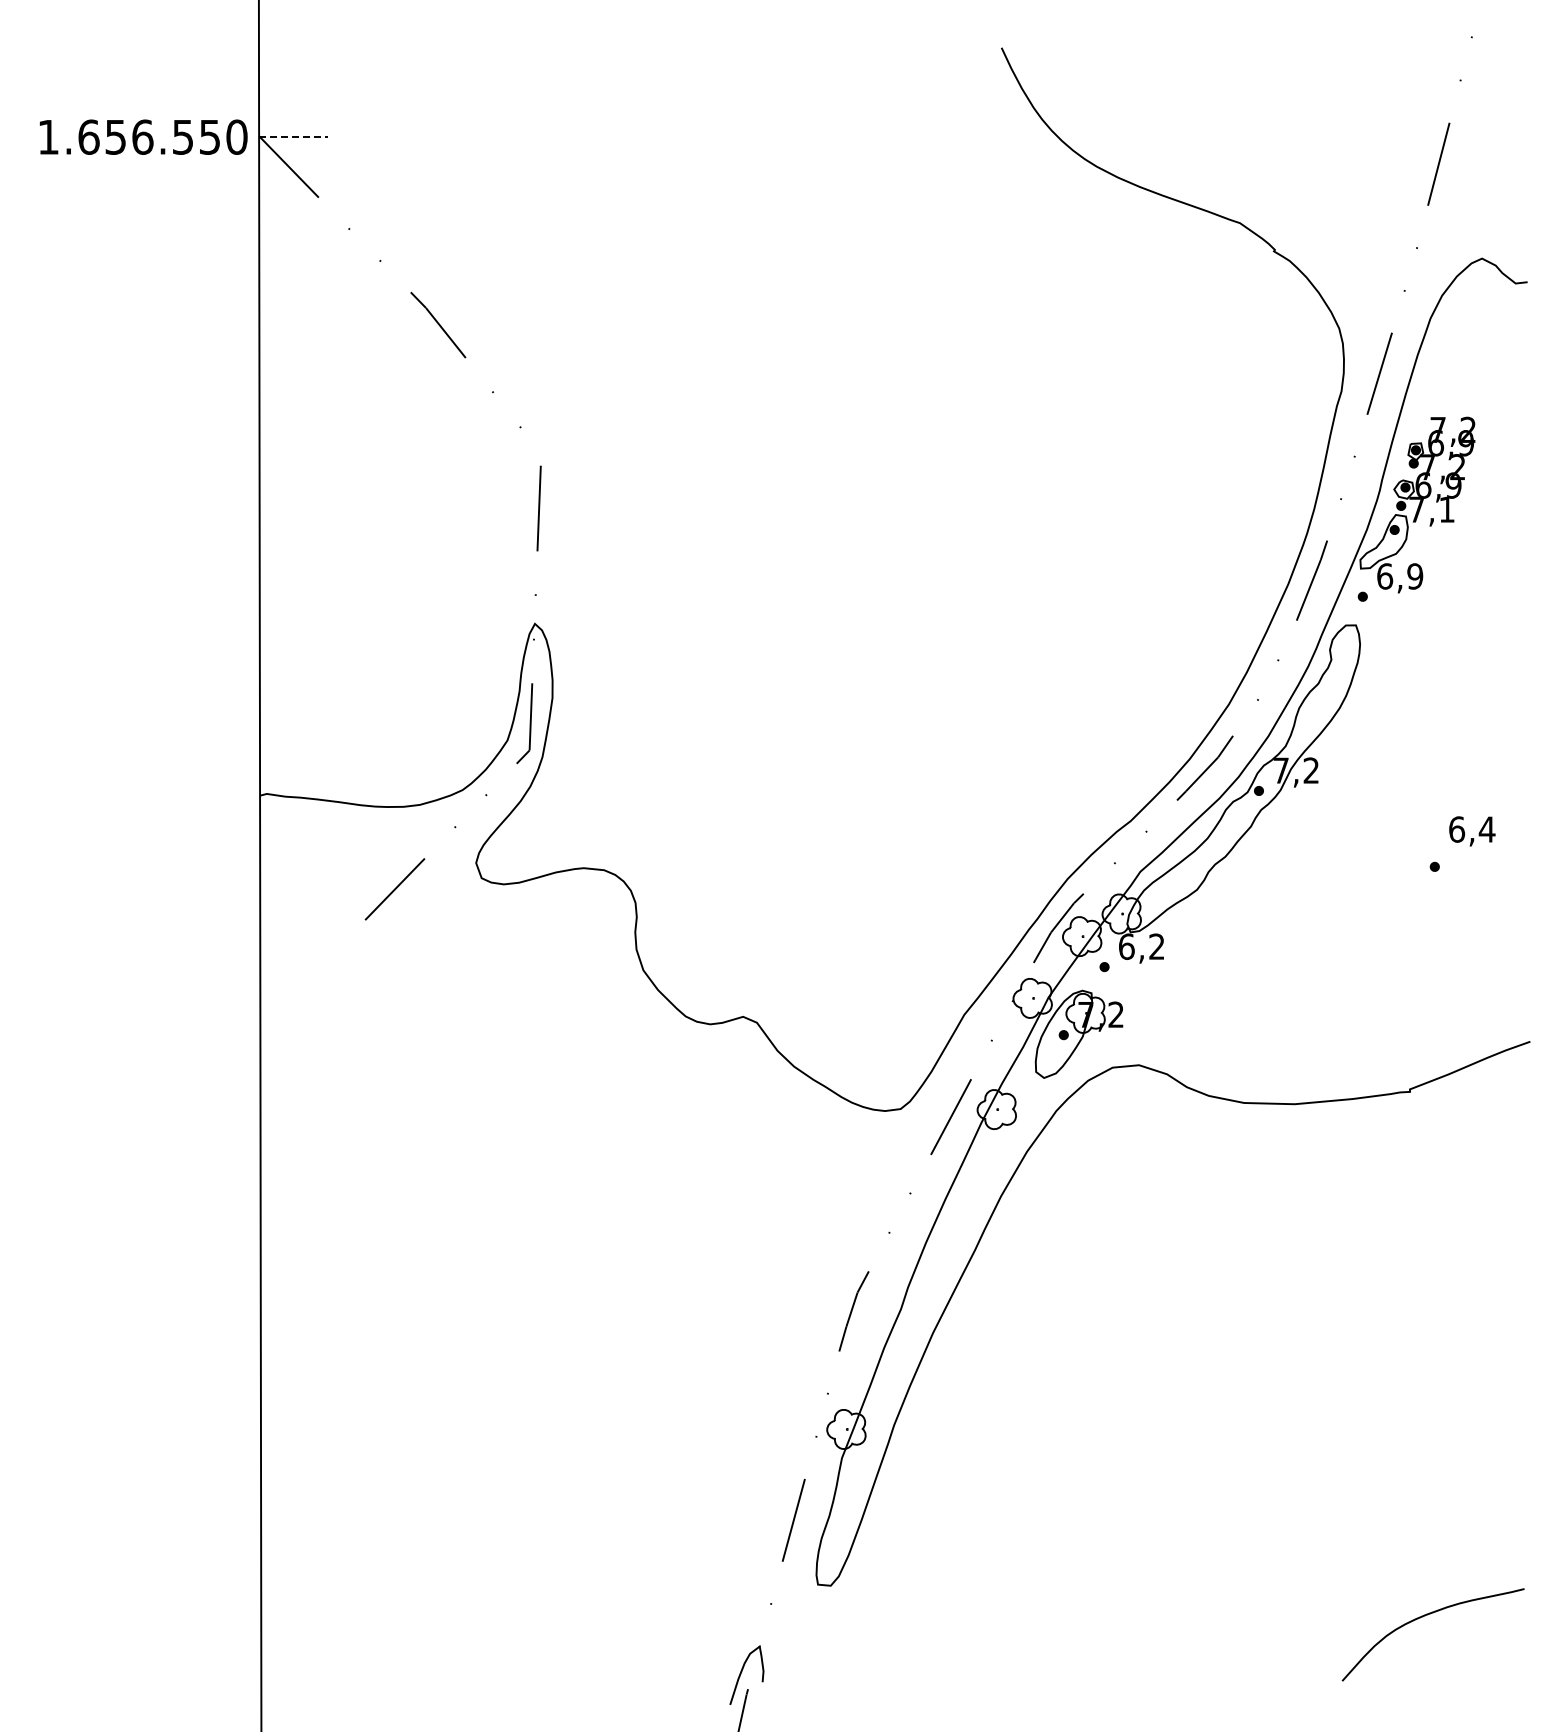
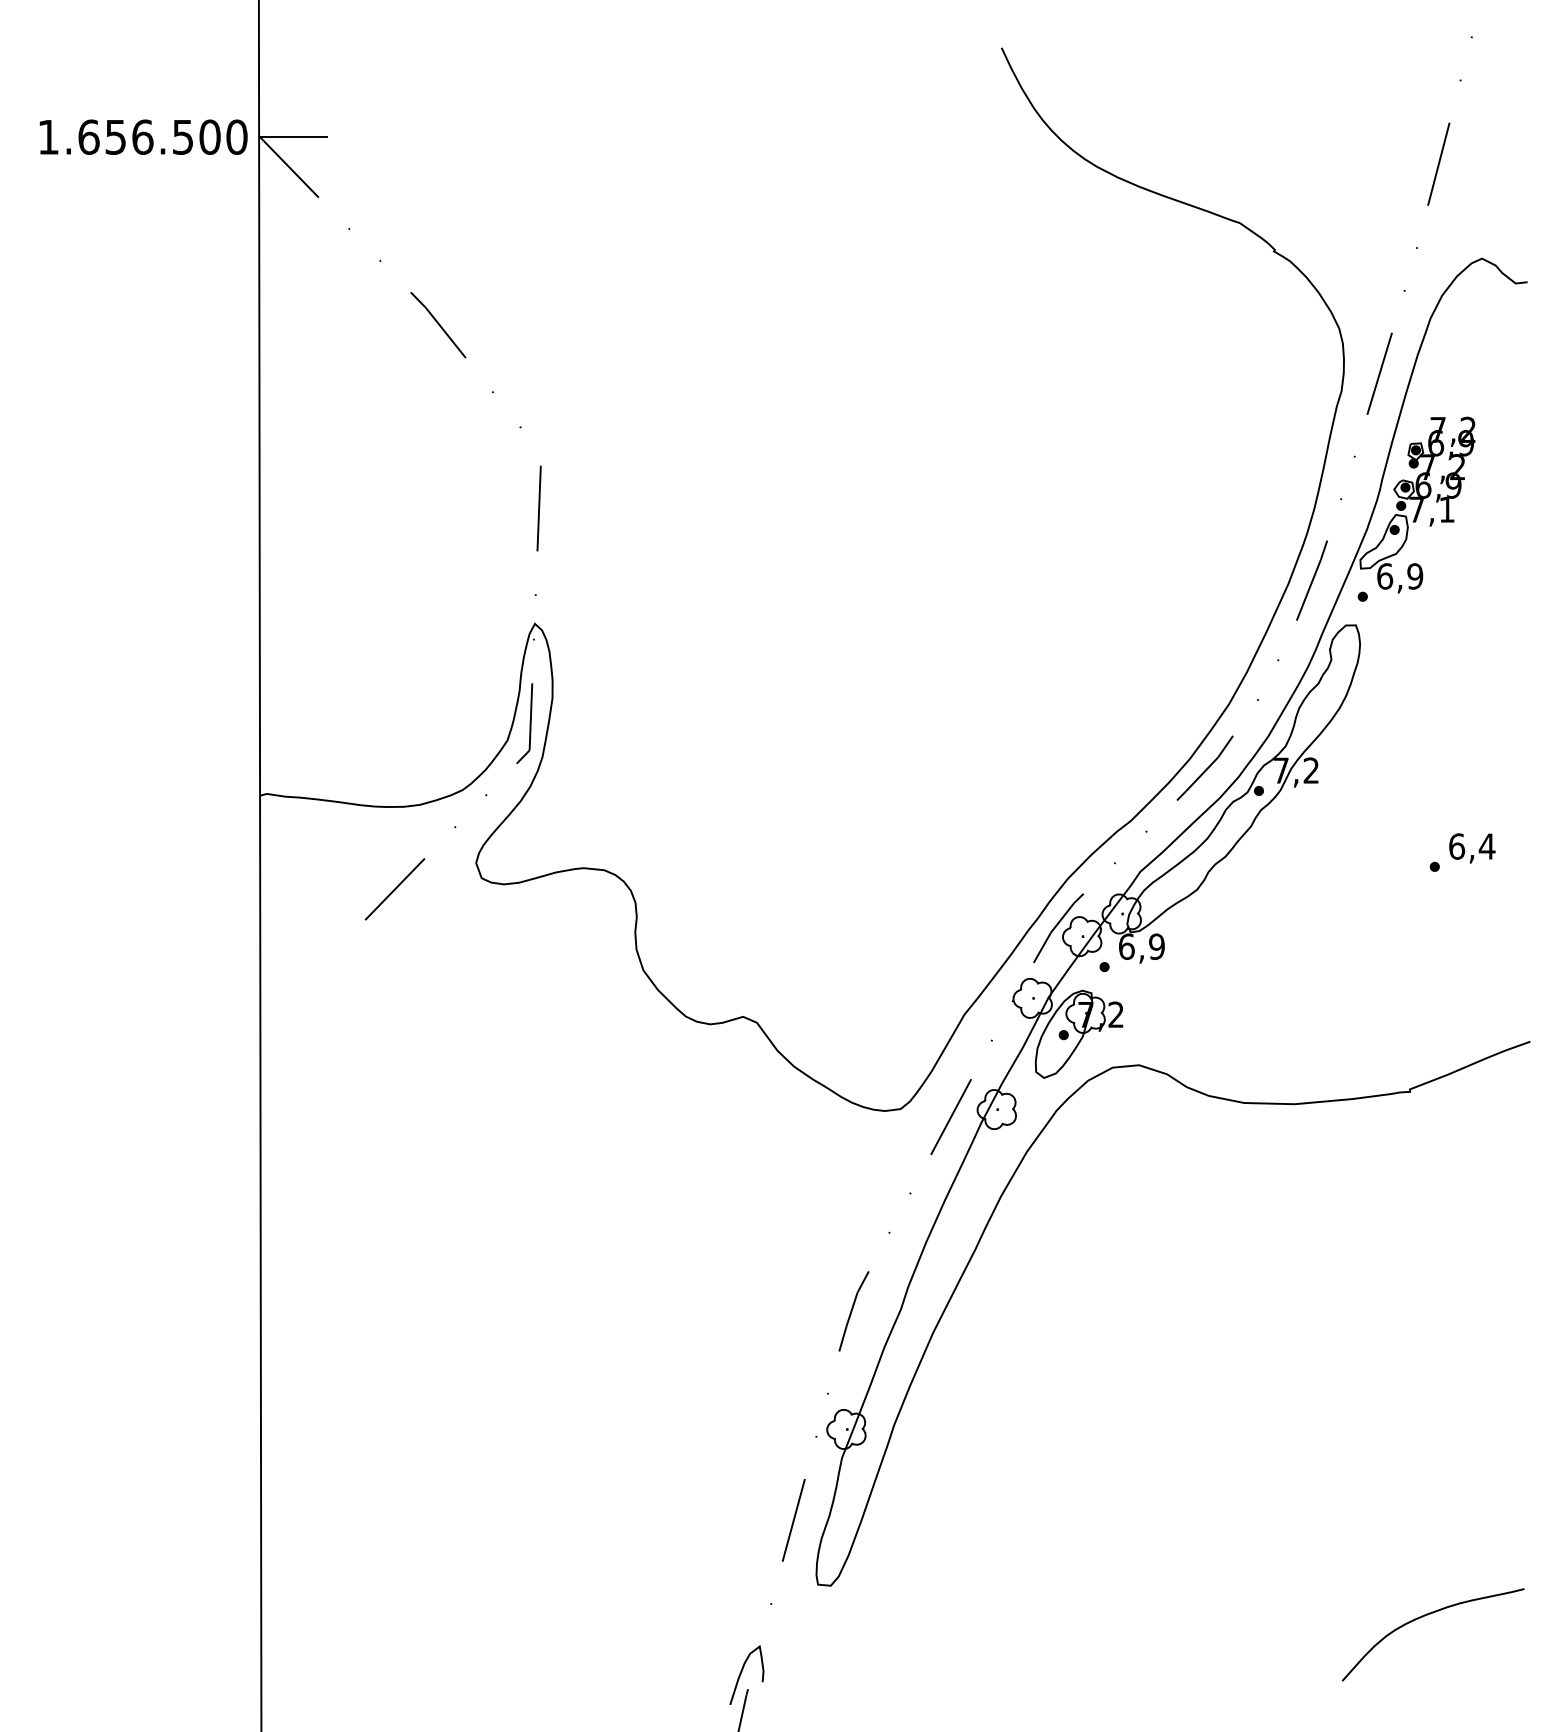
text at (209, 136): 1.656.550 -> 1.656.500
line at (293, 137): dashed -> solid
text at (1472, 831) position: (1472, 831) -> (1472, 848)
text at (1156, 946): 6,2 -> 6,9
